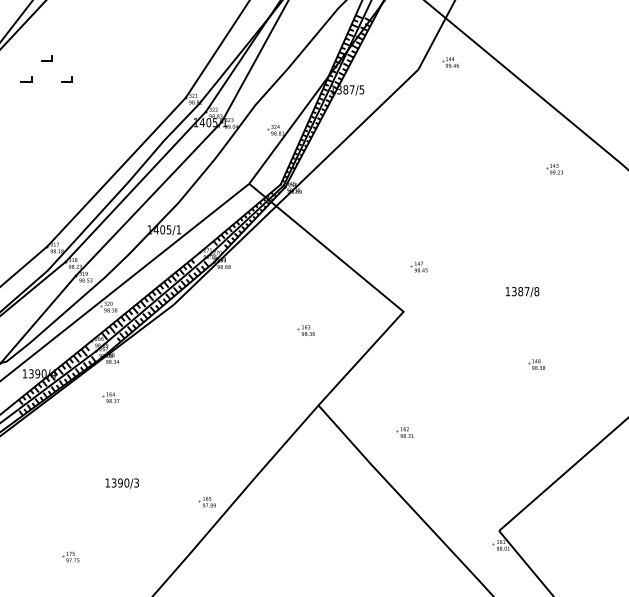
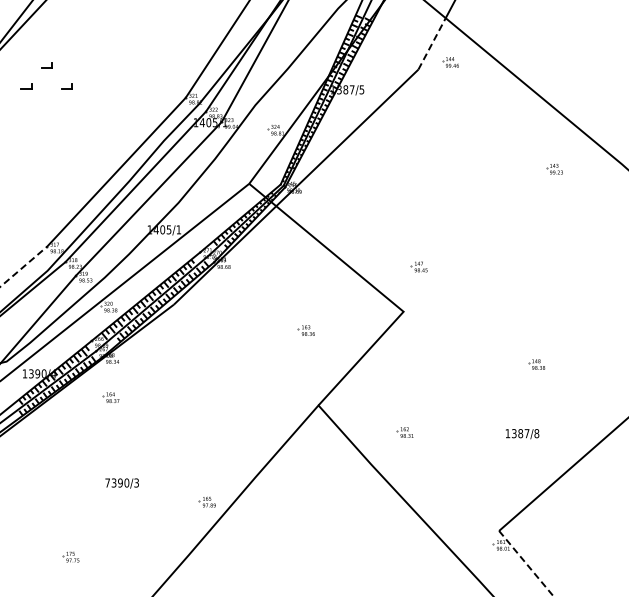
line at (432, 43): solid -> dashed
part at (46, 61) position: (46, 61) -> (46, 68)
line at (23, 266): solid -> dashed
text at (522, 292) position: (522, 292) -> (522, 434)
text at (107, 482): 1390/3 -> 7390/3
line at (526, 564): solid -> dashed
